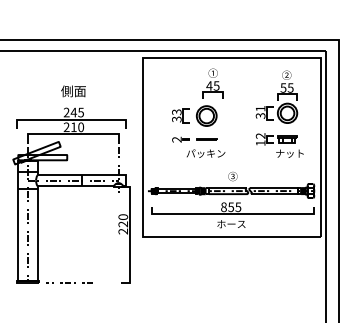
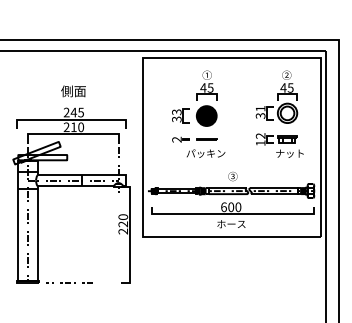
part at (212, 83) position: (212, 83) -> (206, 85)
text at (283, 87): 55 -> 45
fill at (206, 116): none -> present
text at (231, 206): 855 -> 600
